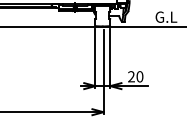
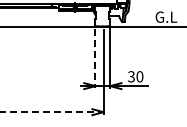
line at (95, 58): solid -> dashed
text at (131, 76): 20 -> 30
line at (52, 112): solid -> dashed
